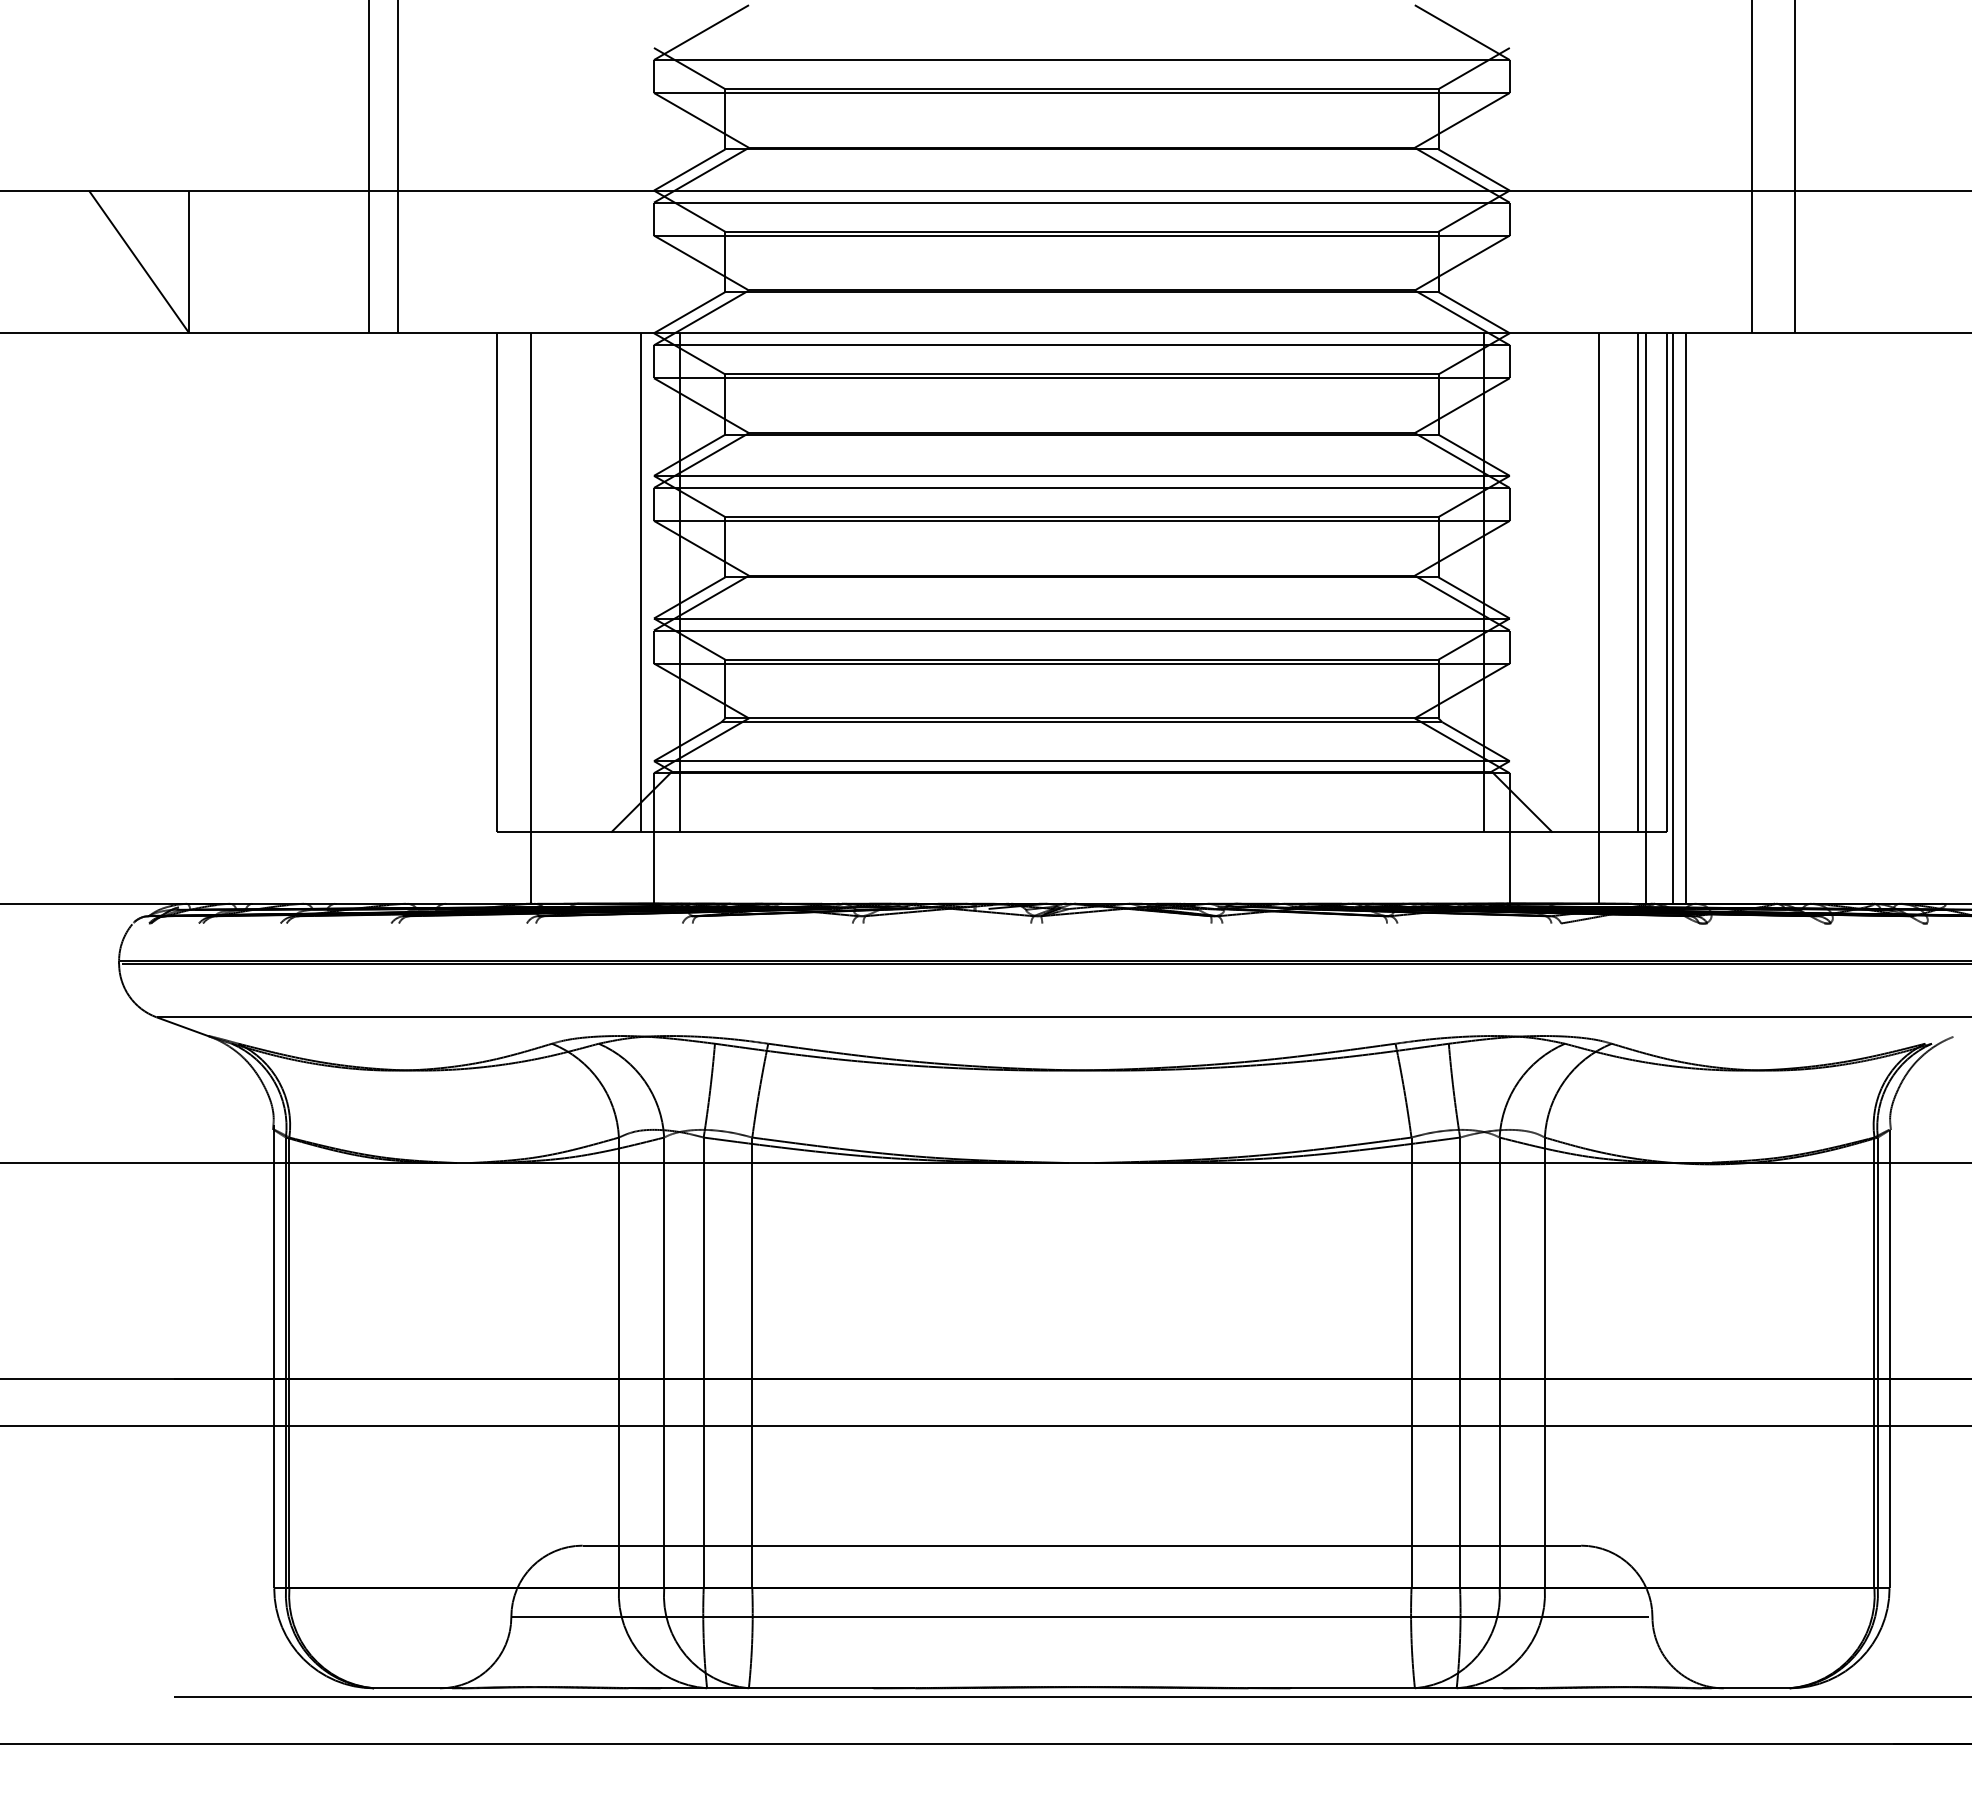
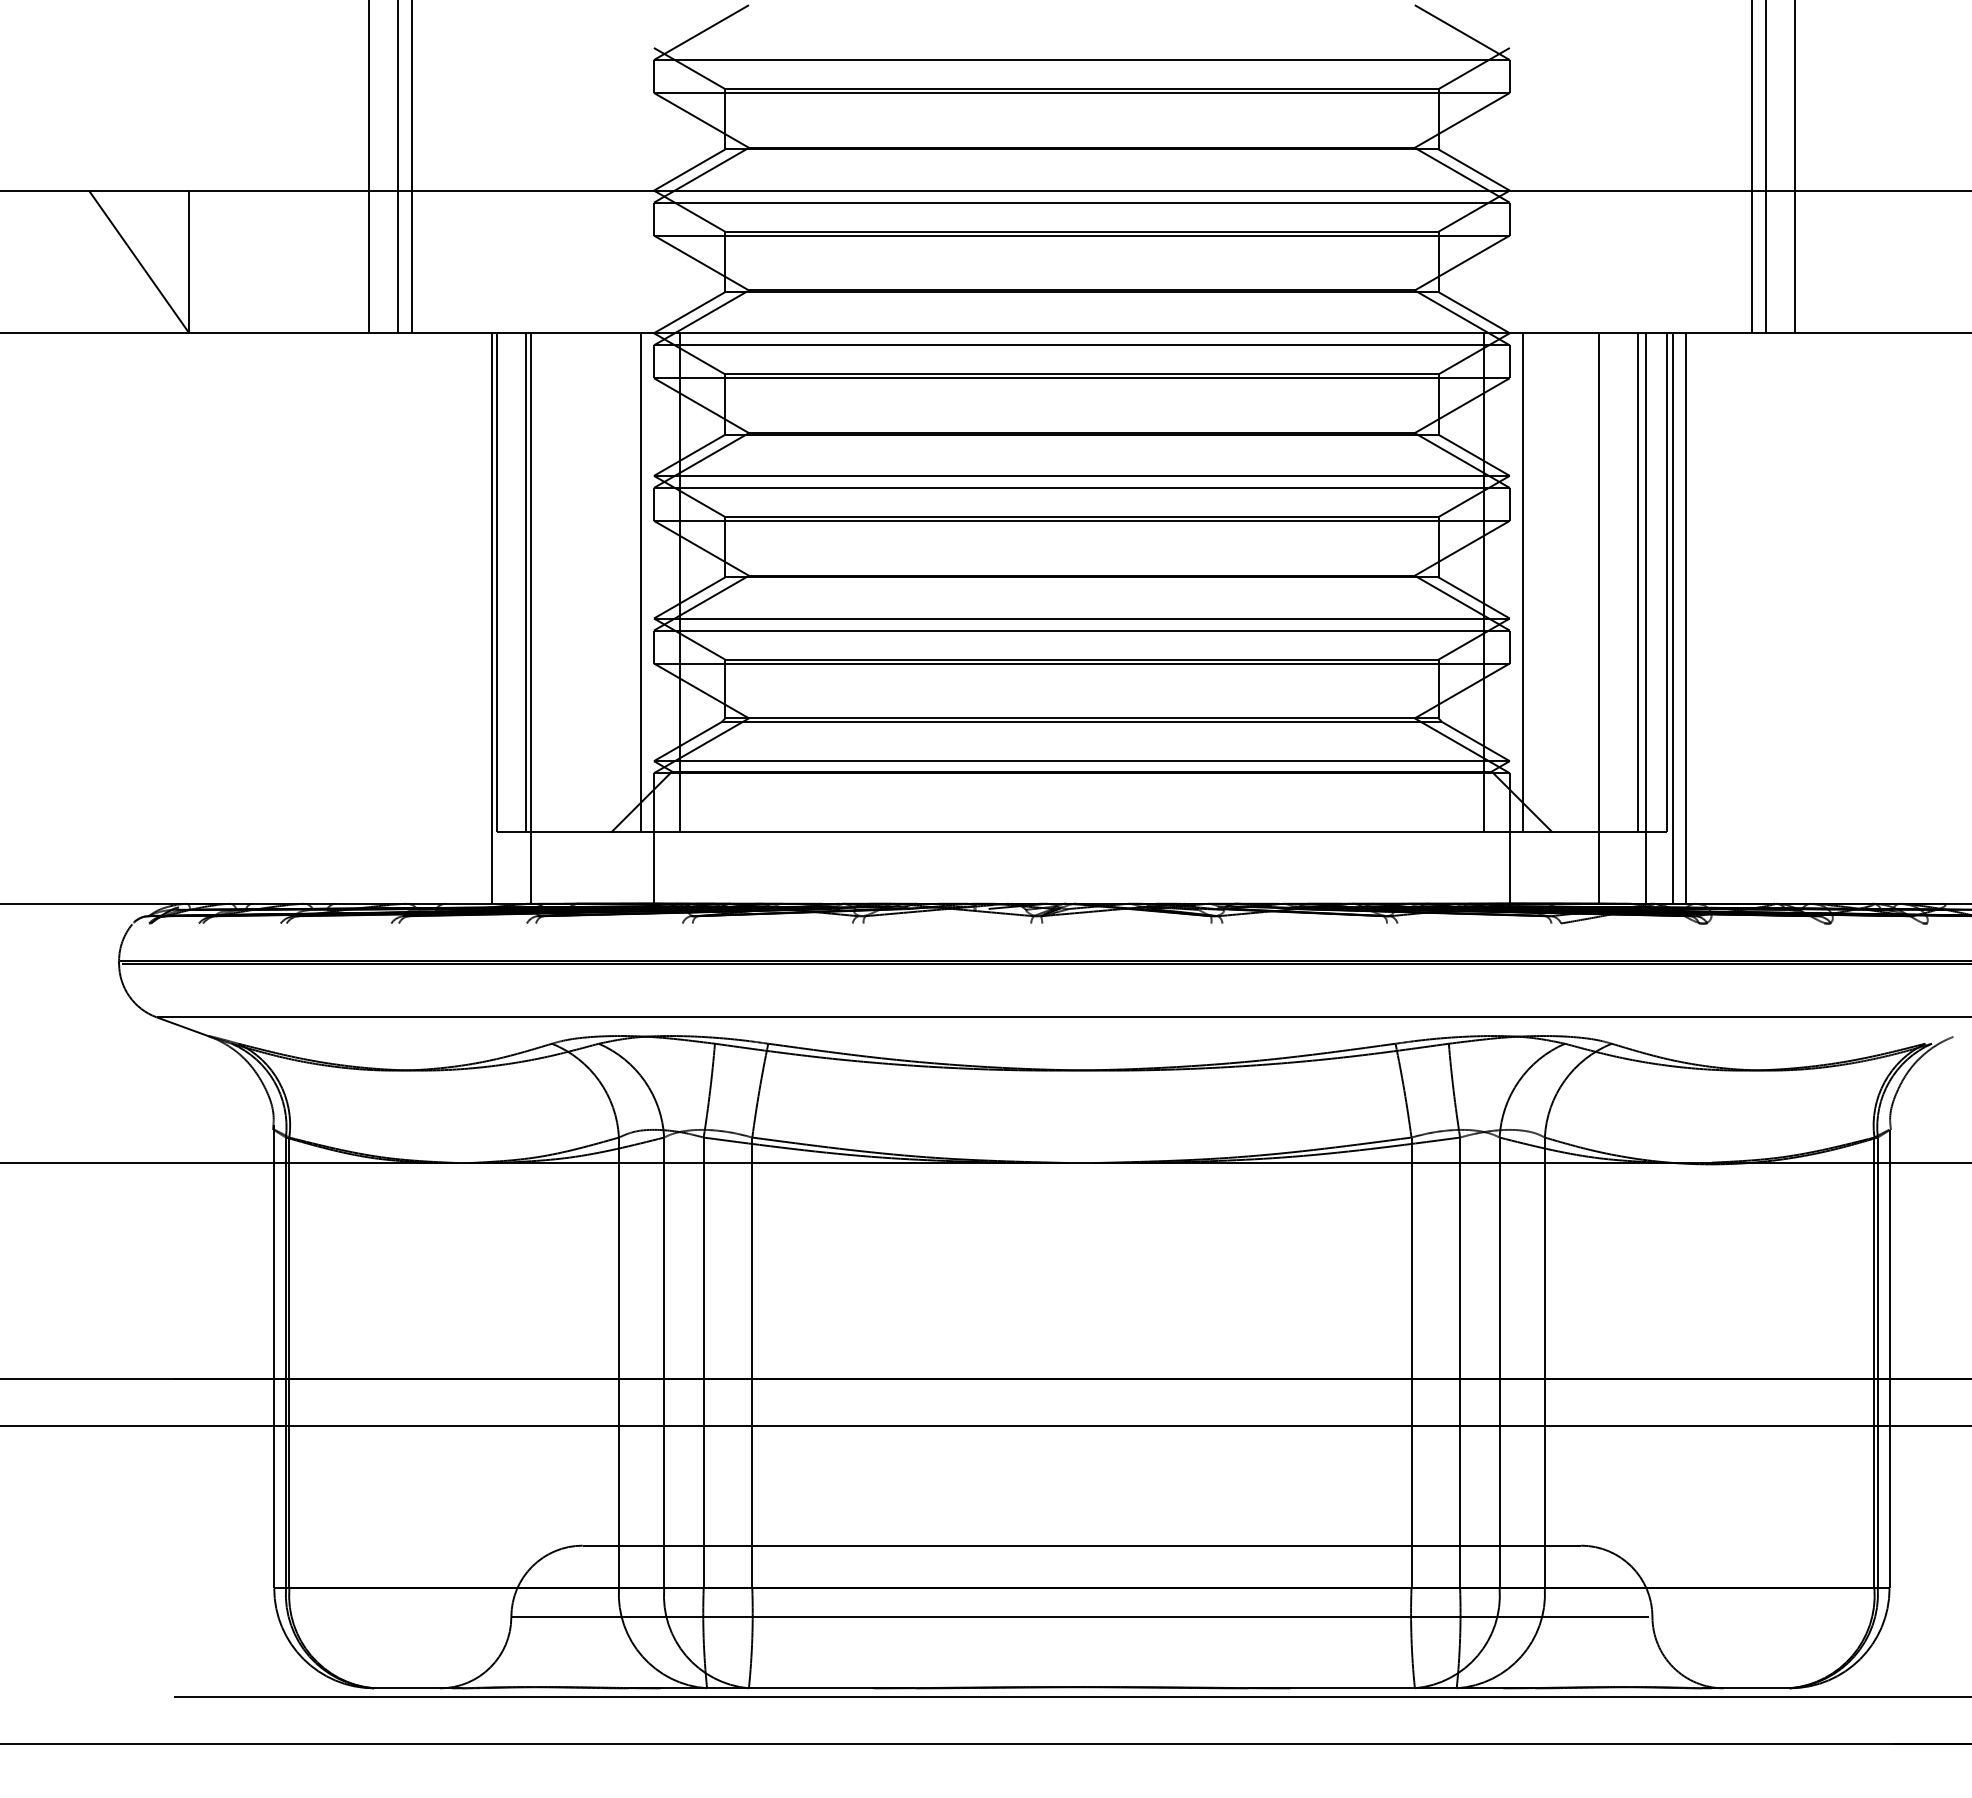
line at (411, 167): none -> present
line at (1766, 167): none -> present
line at (526, 582): none -> present
line at (1523, 582): none -> present
line at (491, 618): none -> present
